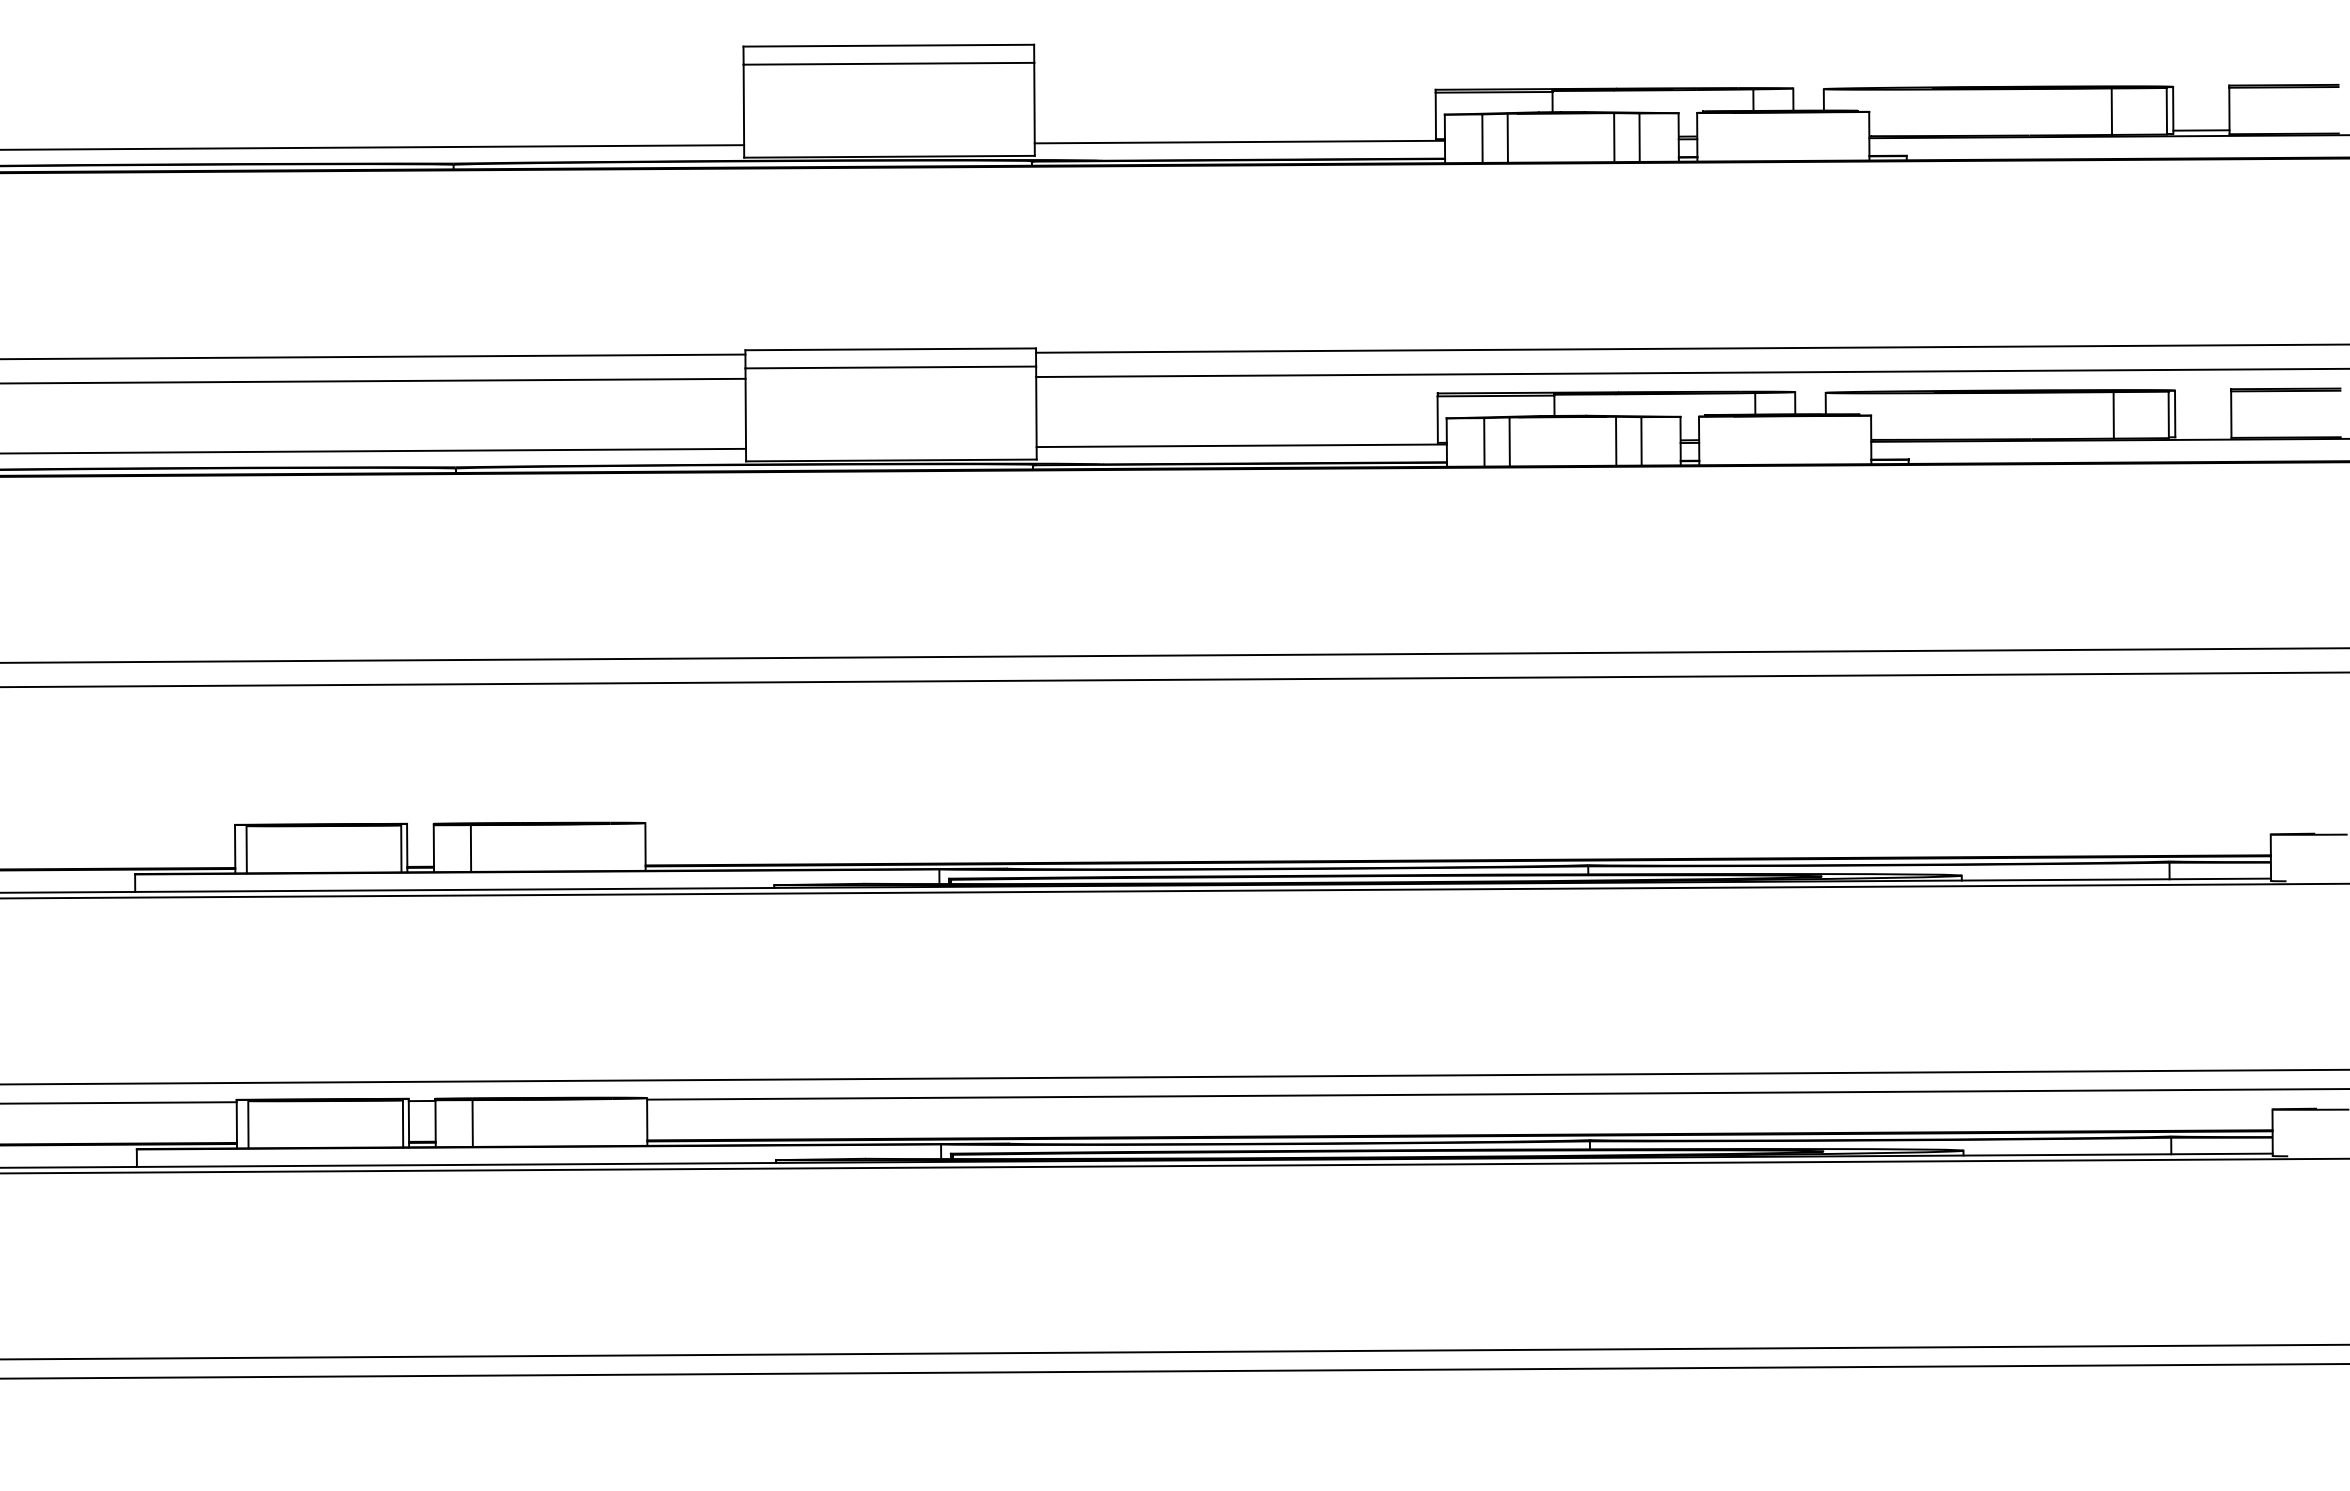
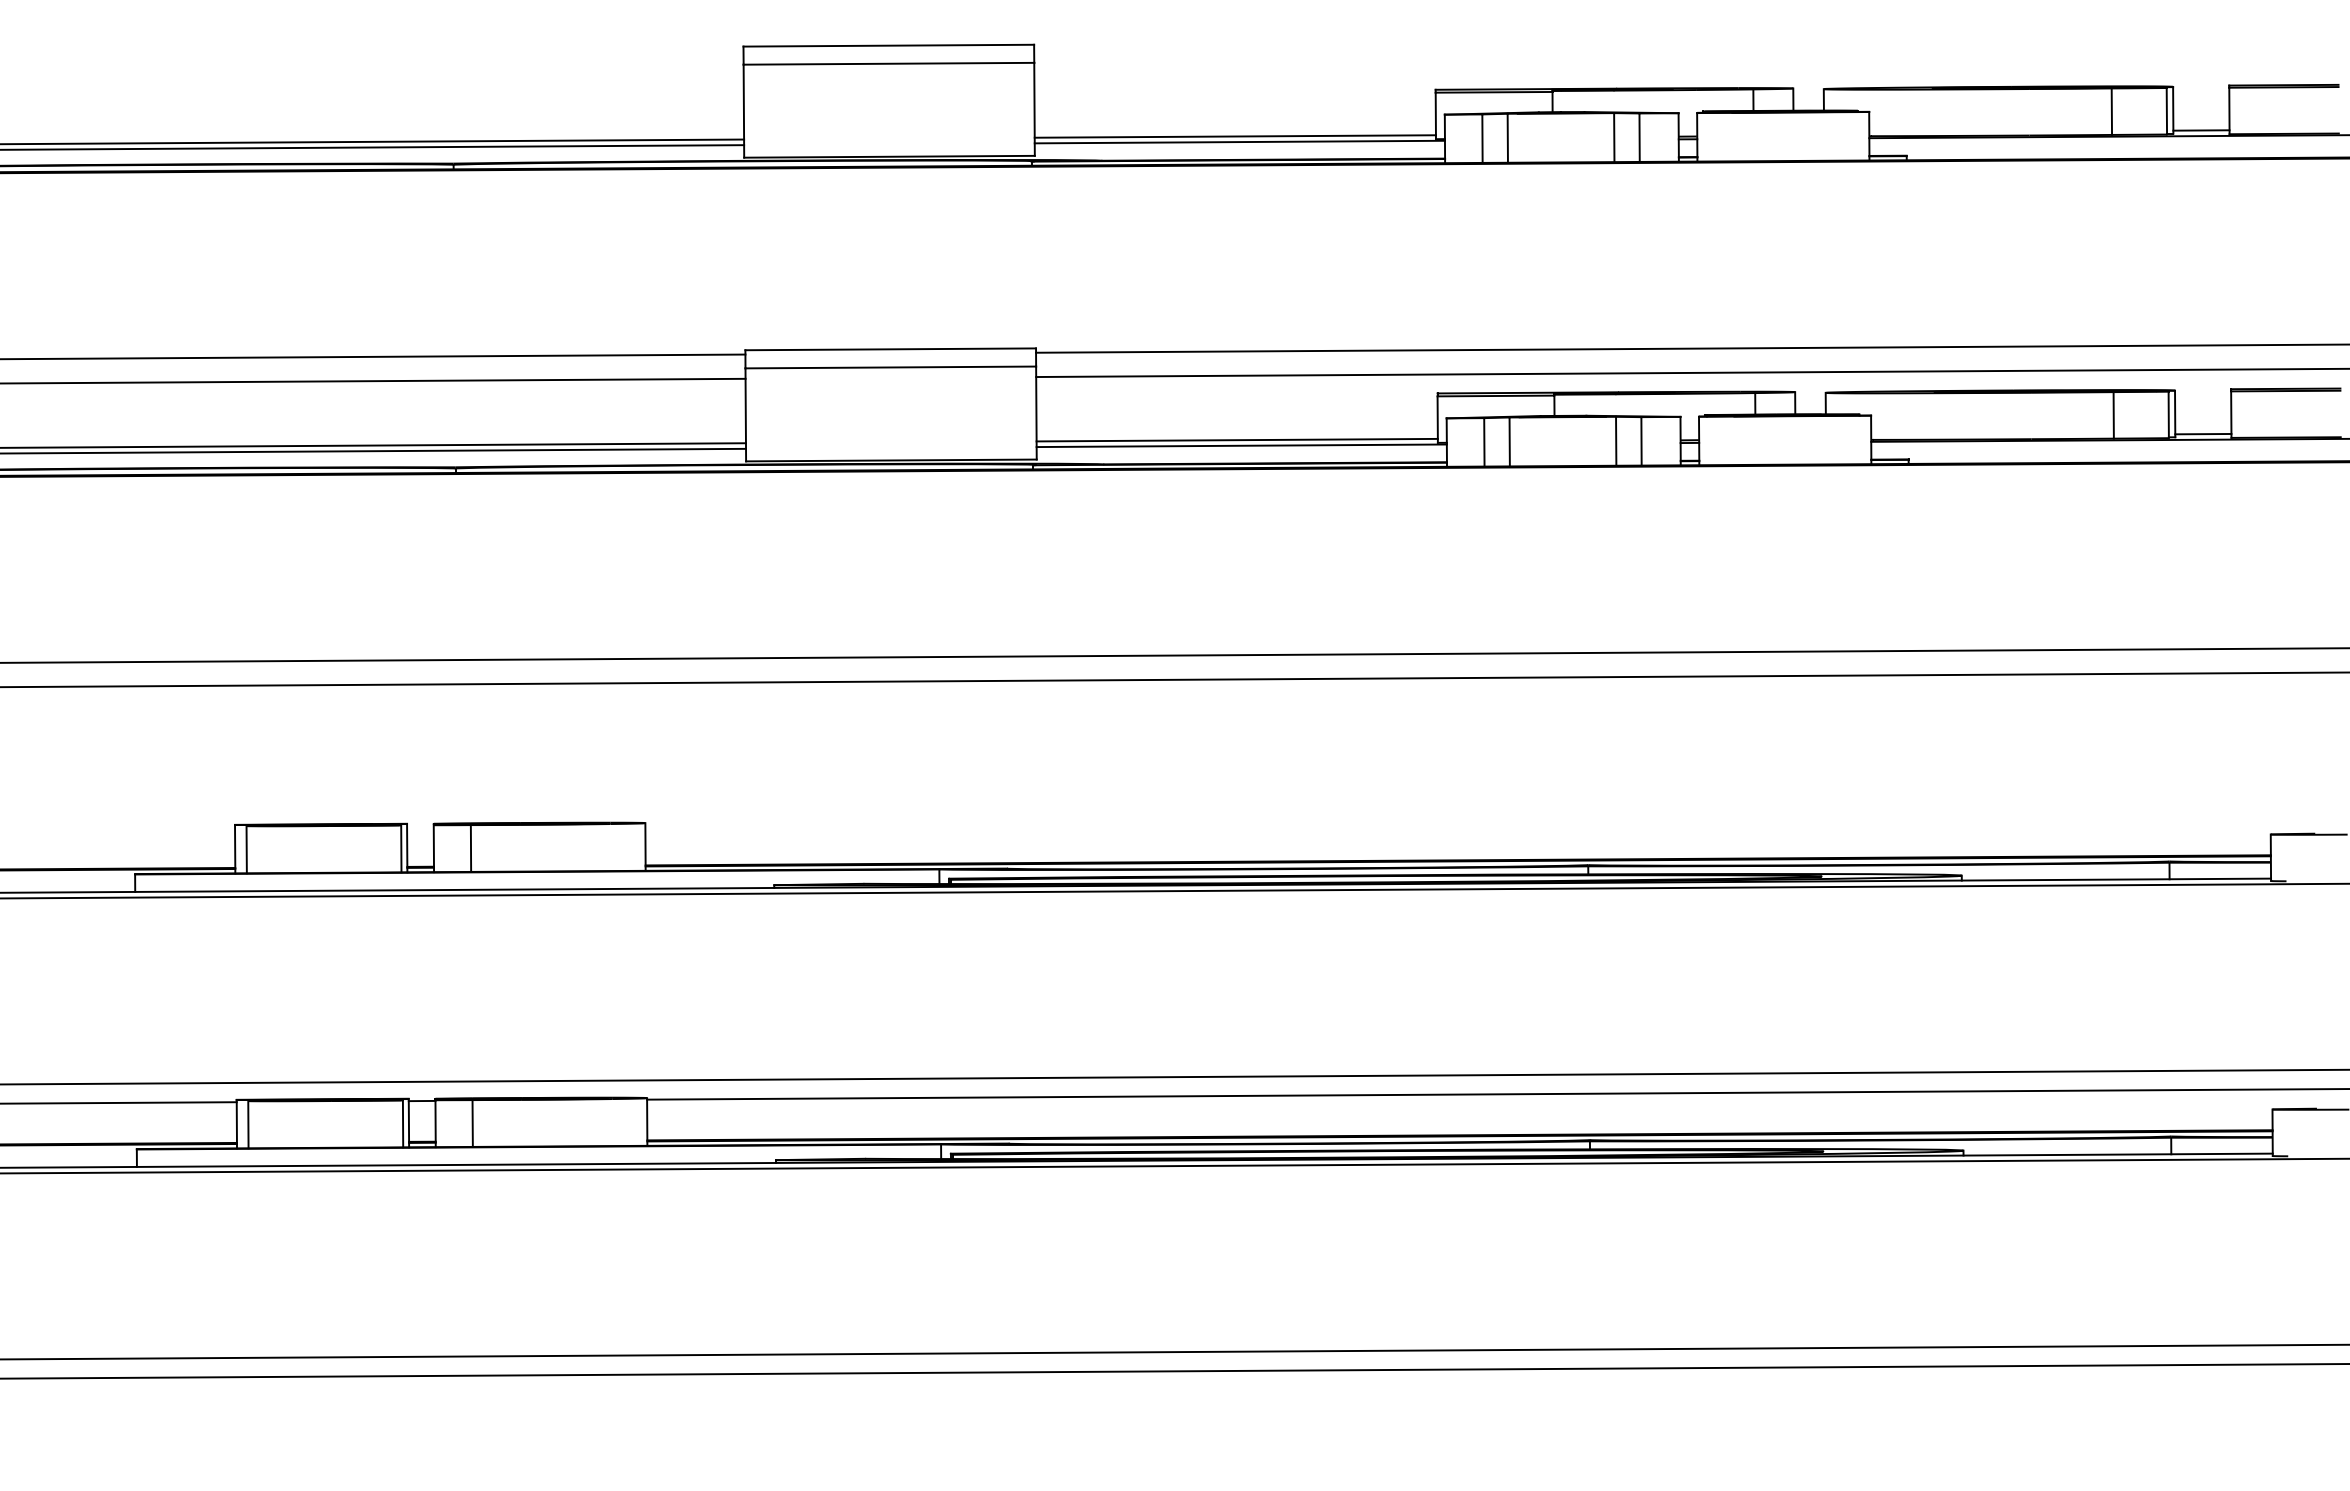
line at (1234, 136): none -> present
line at (373, 141): none -> present
line at (2203, 433): none -> present
line at (1236, 439): none -> present
line at (373, 445): none -> present
